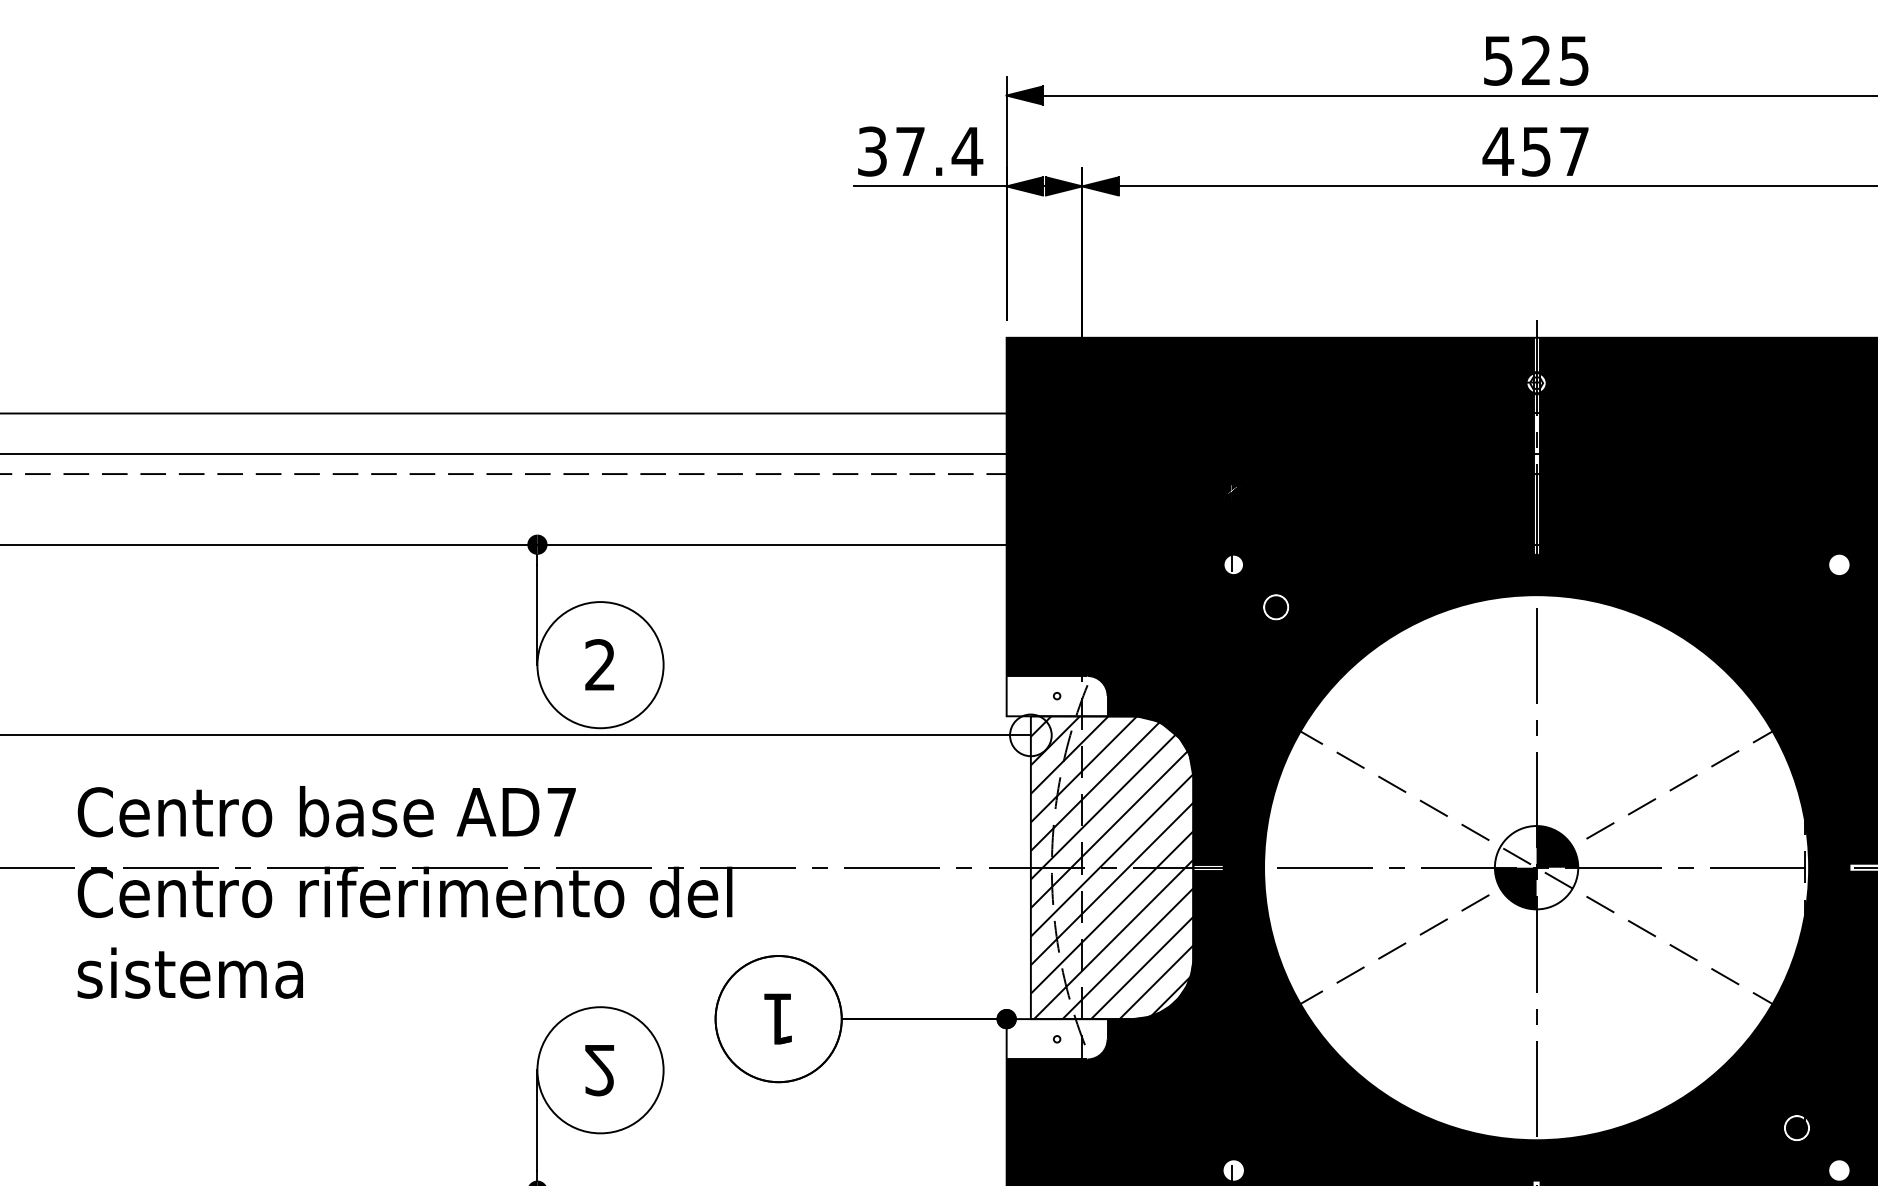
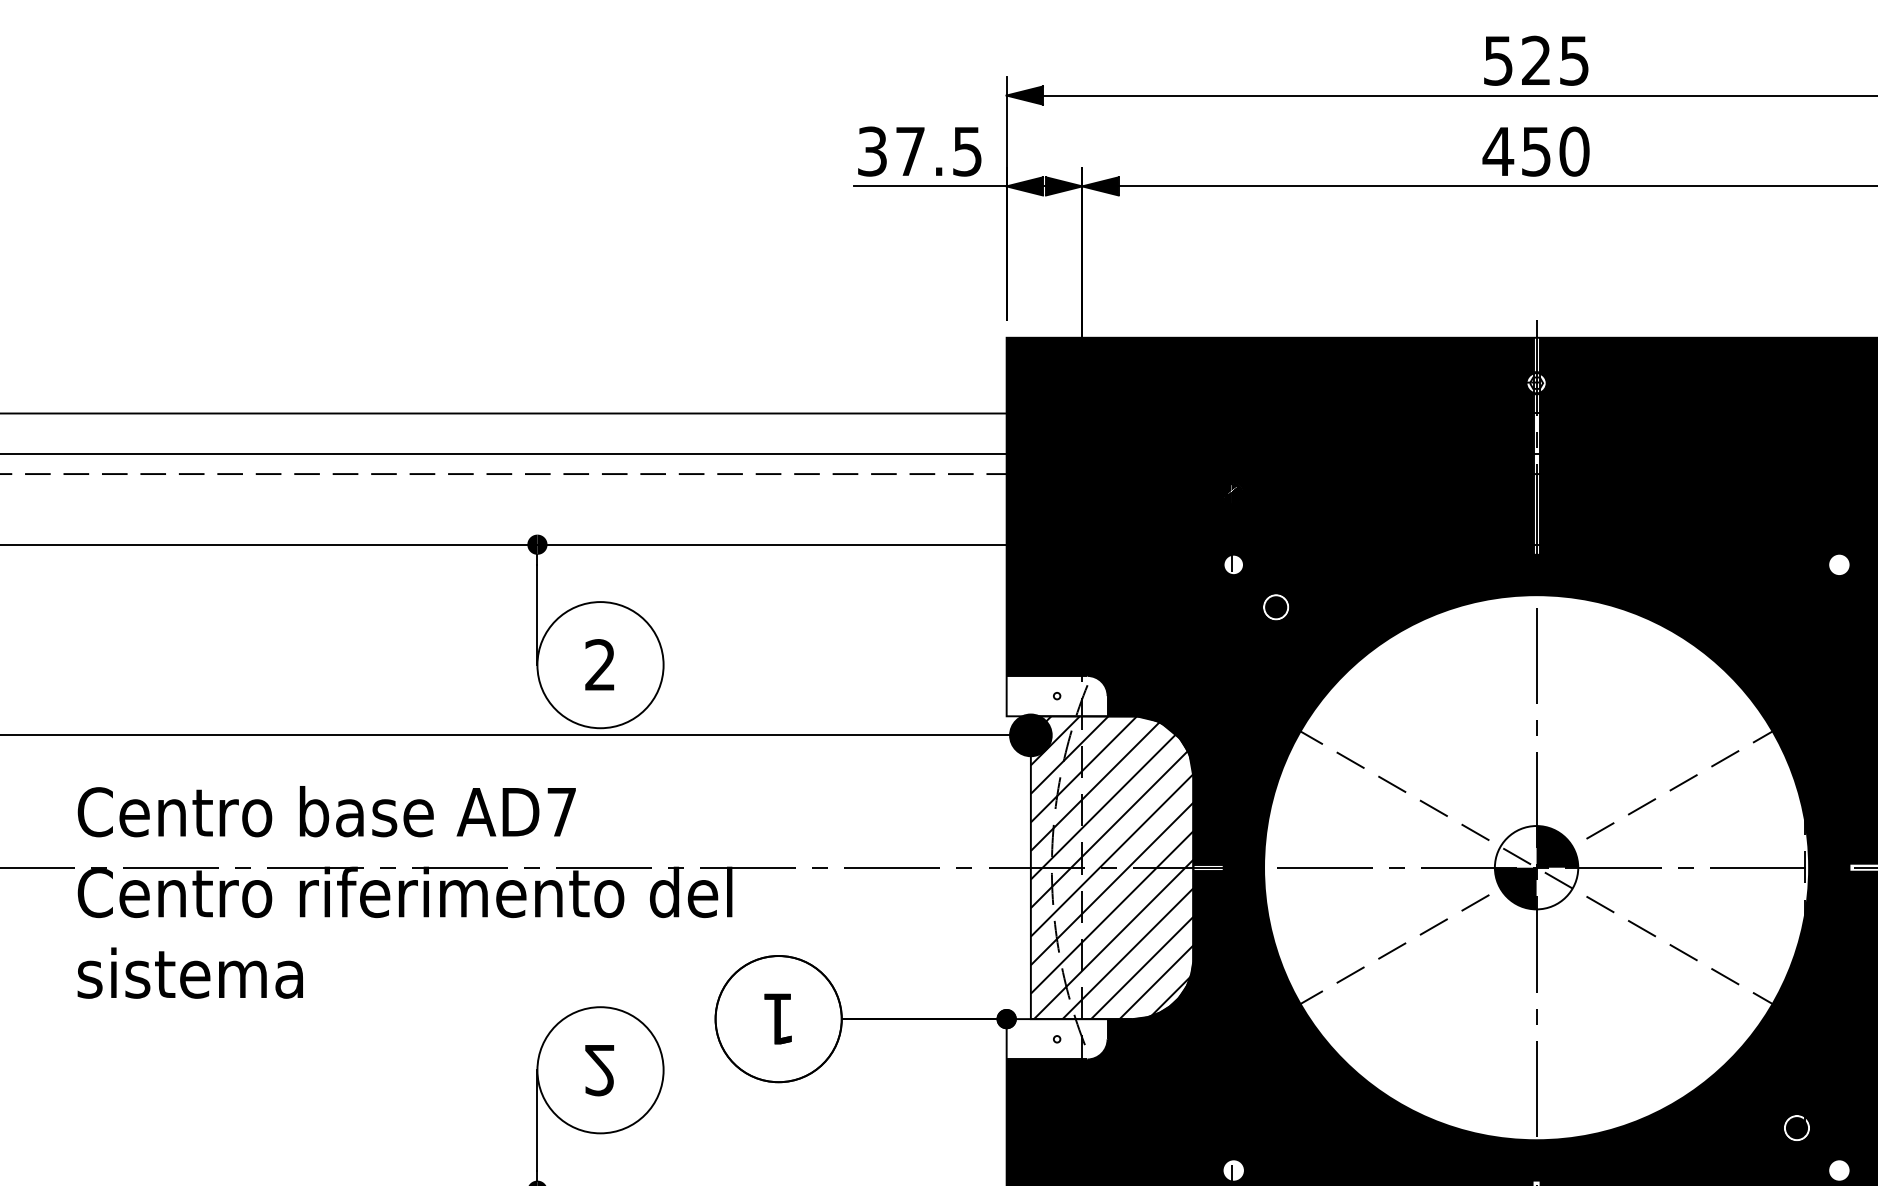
text at (967, 151): 37.4 -> 37.5
text at (1574, 151): 457 -> 450
fill at (1030, 735): none -> present
